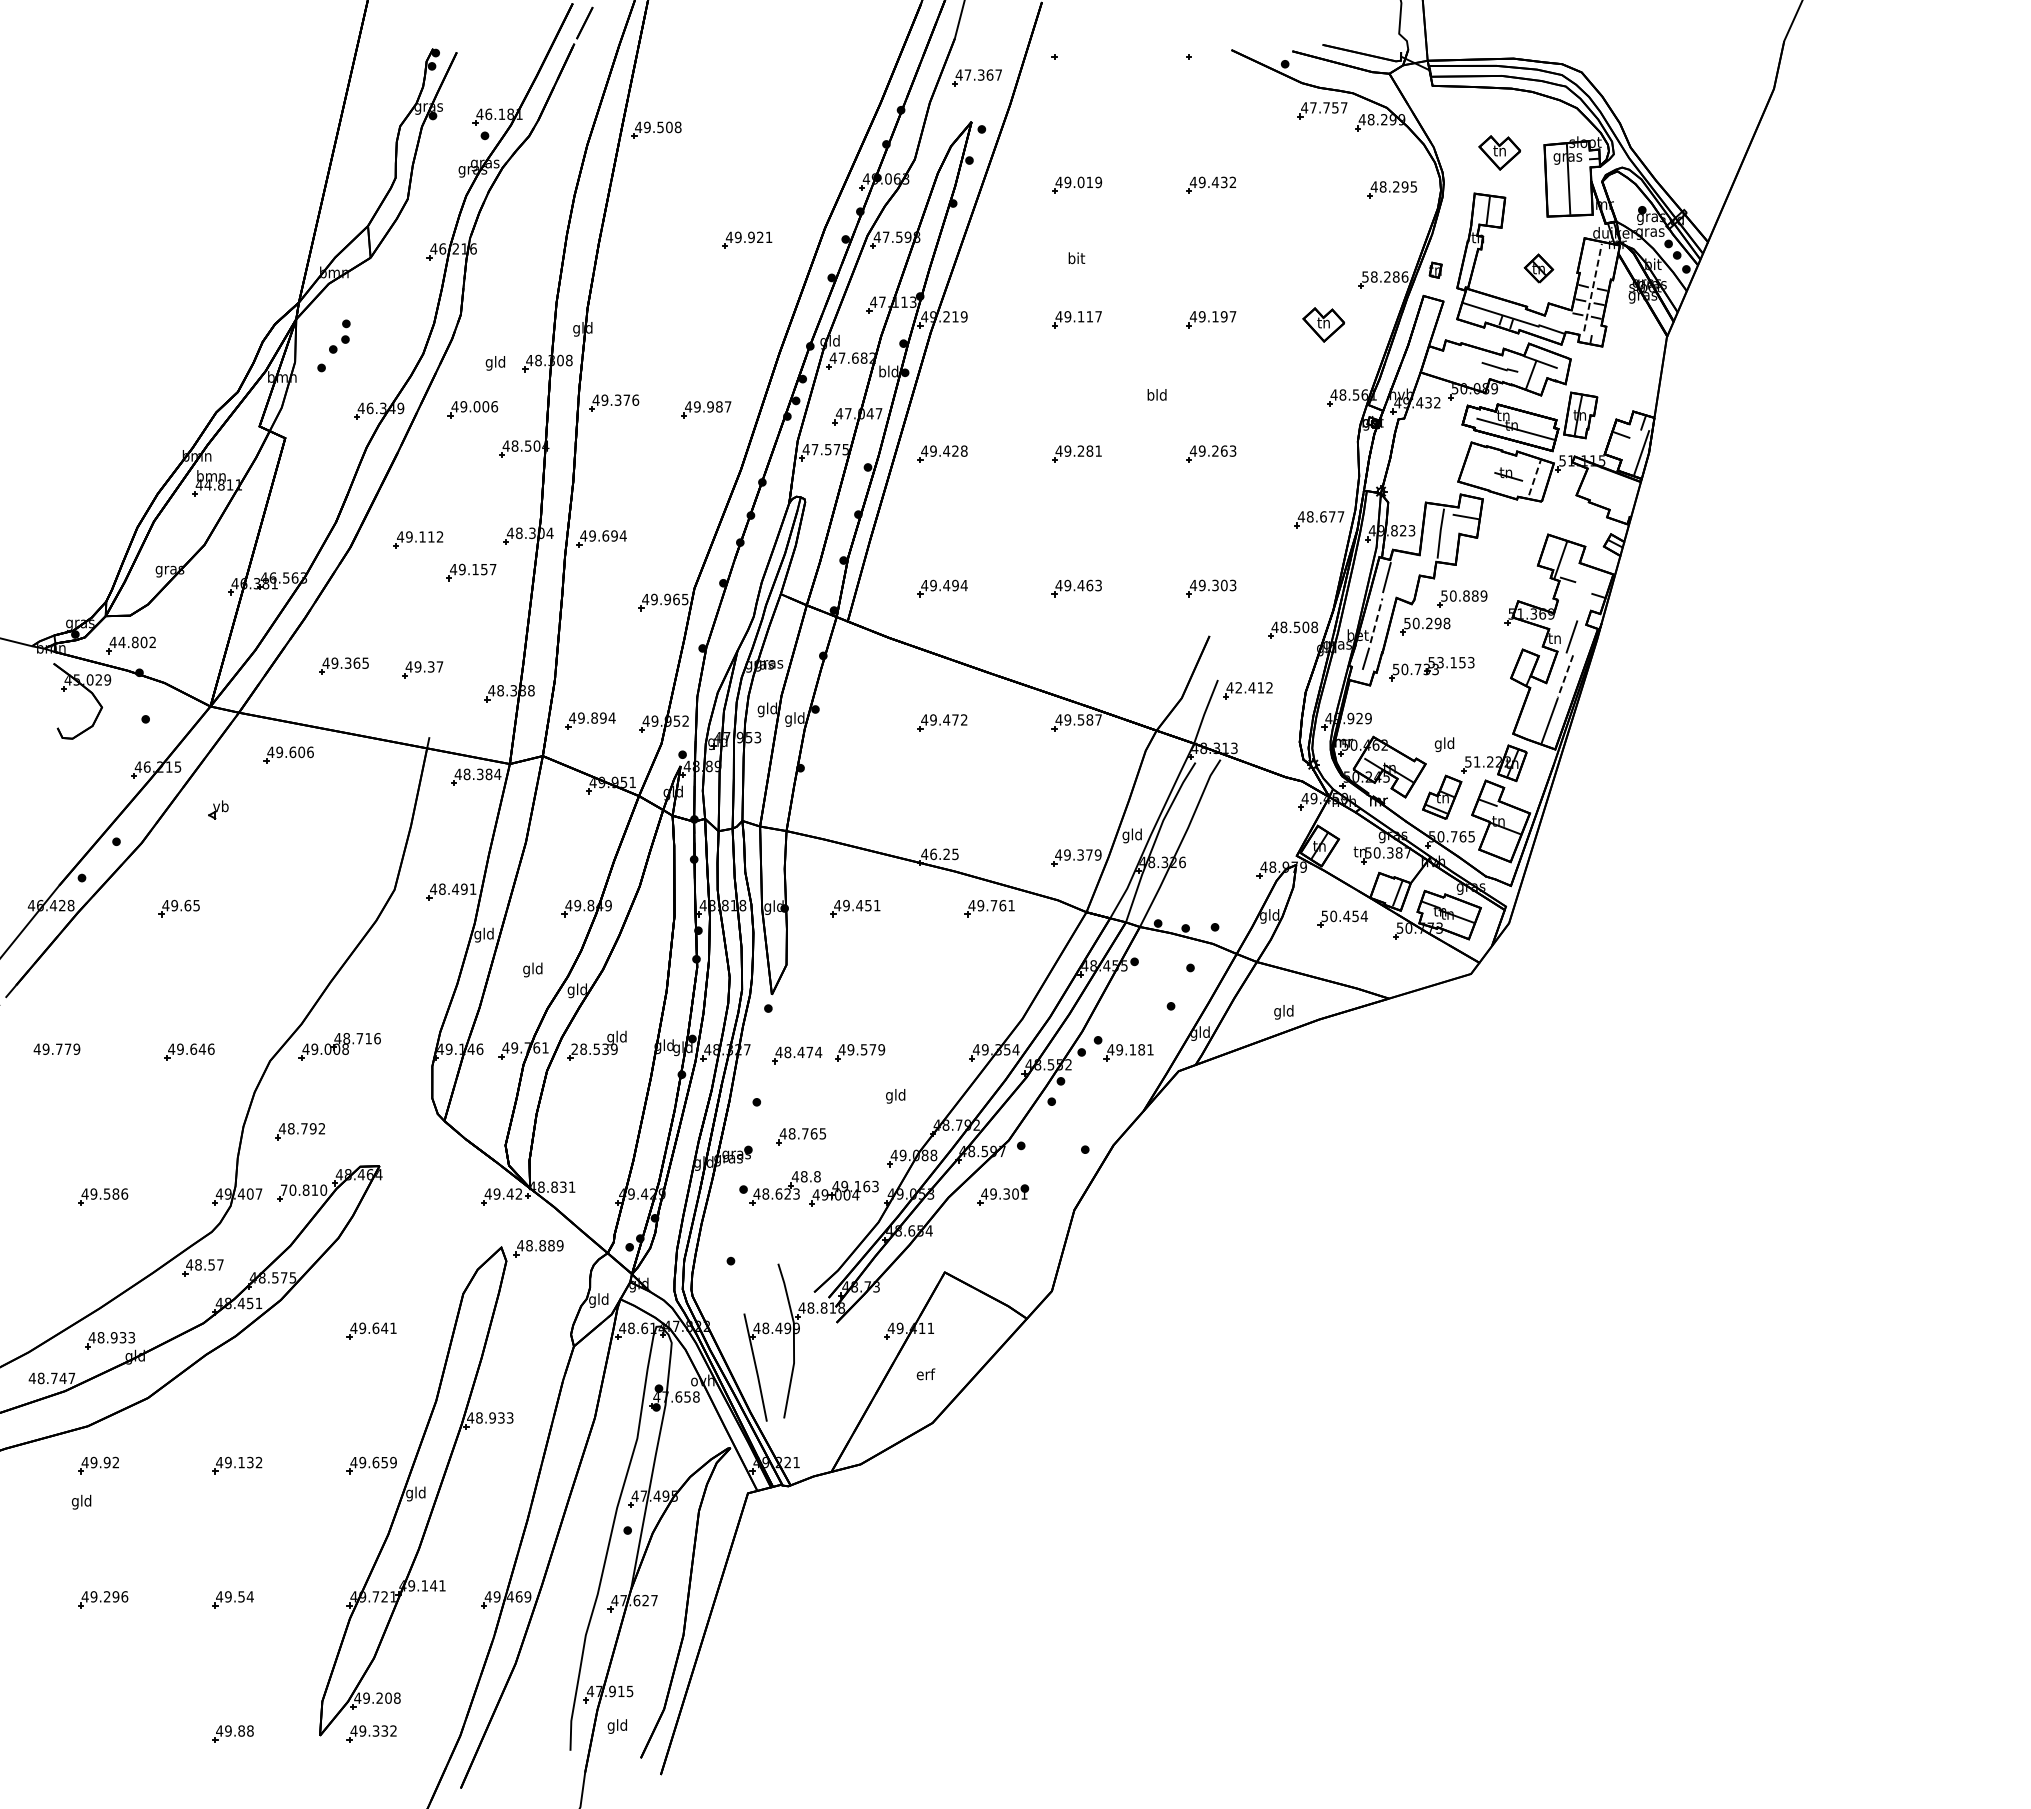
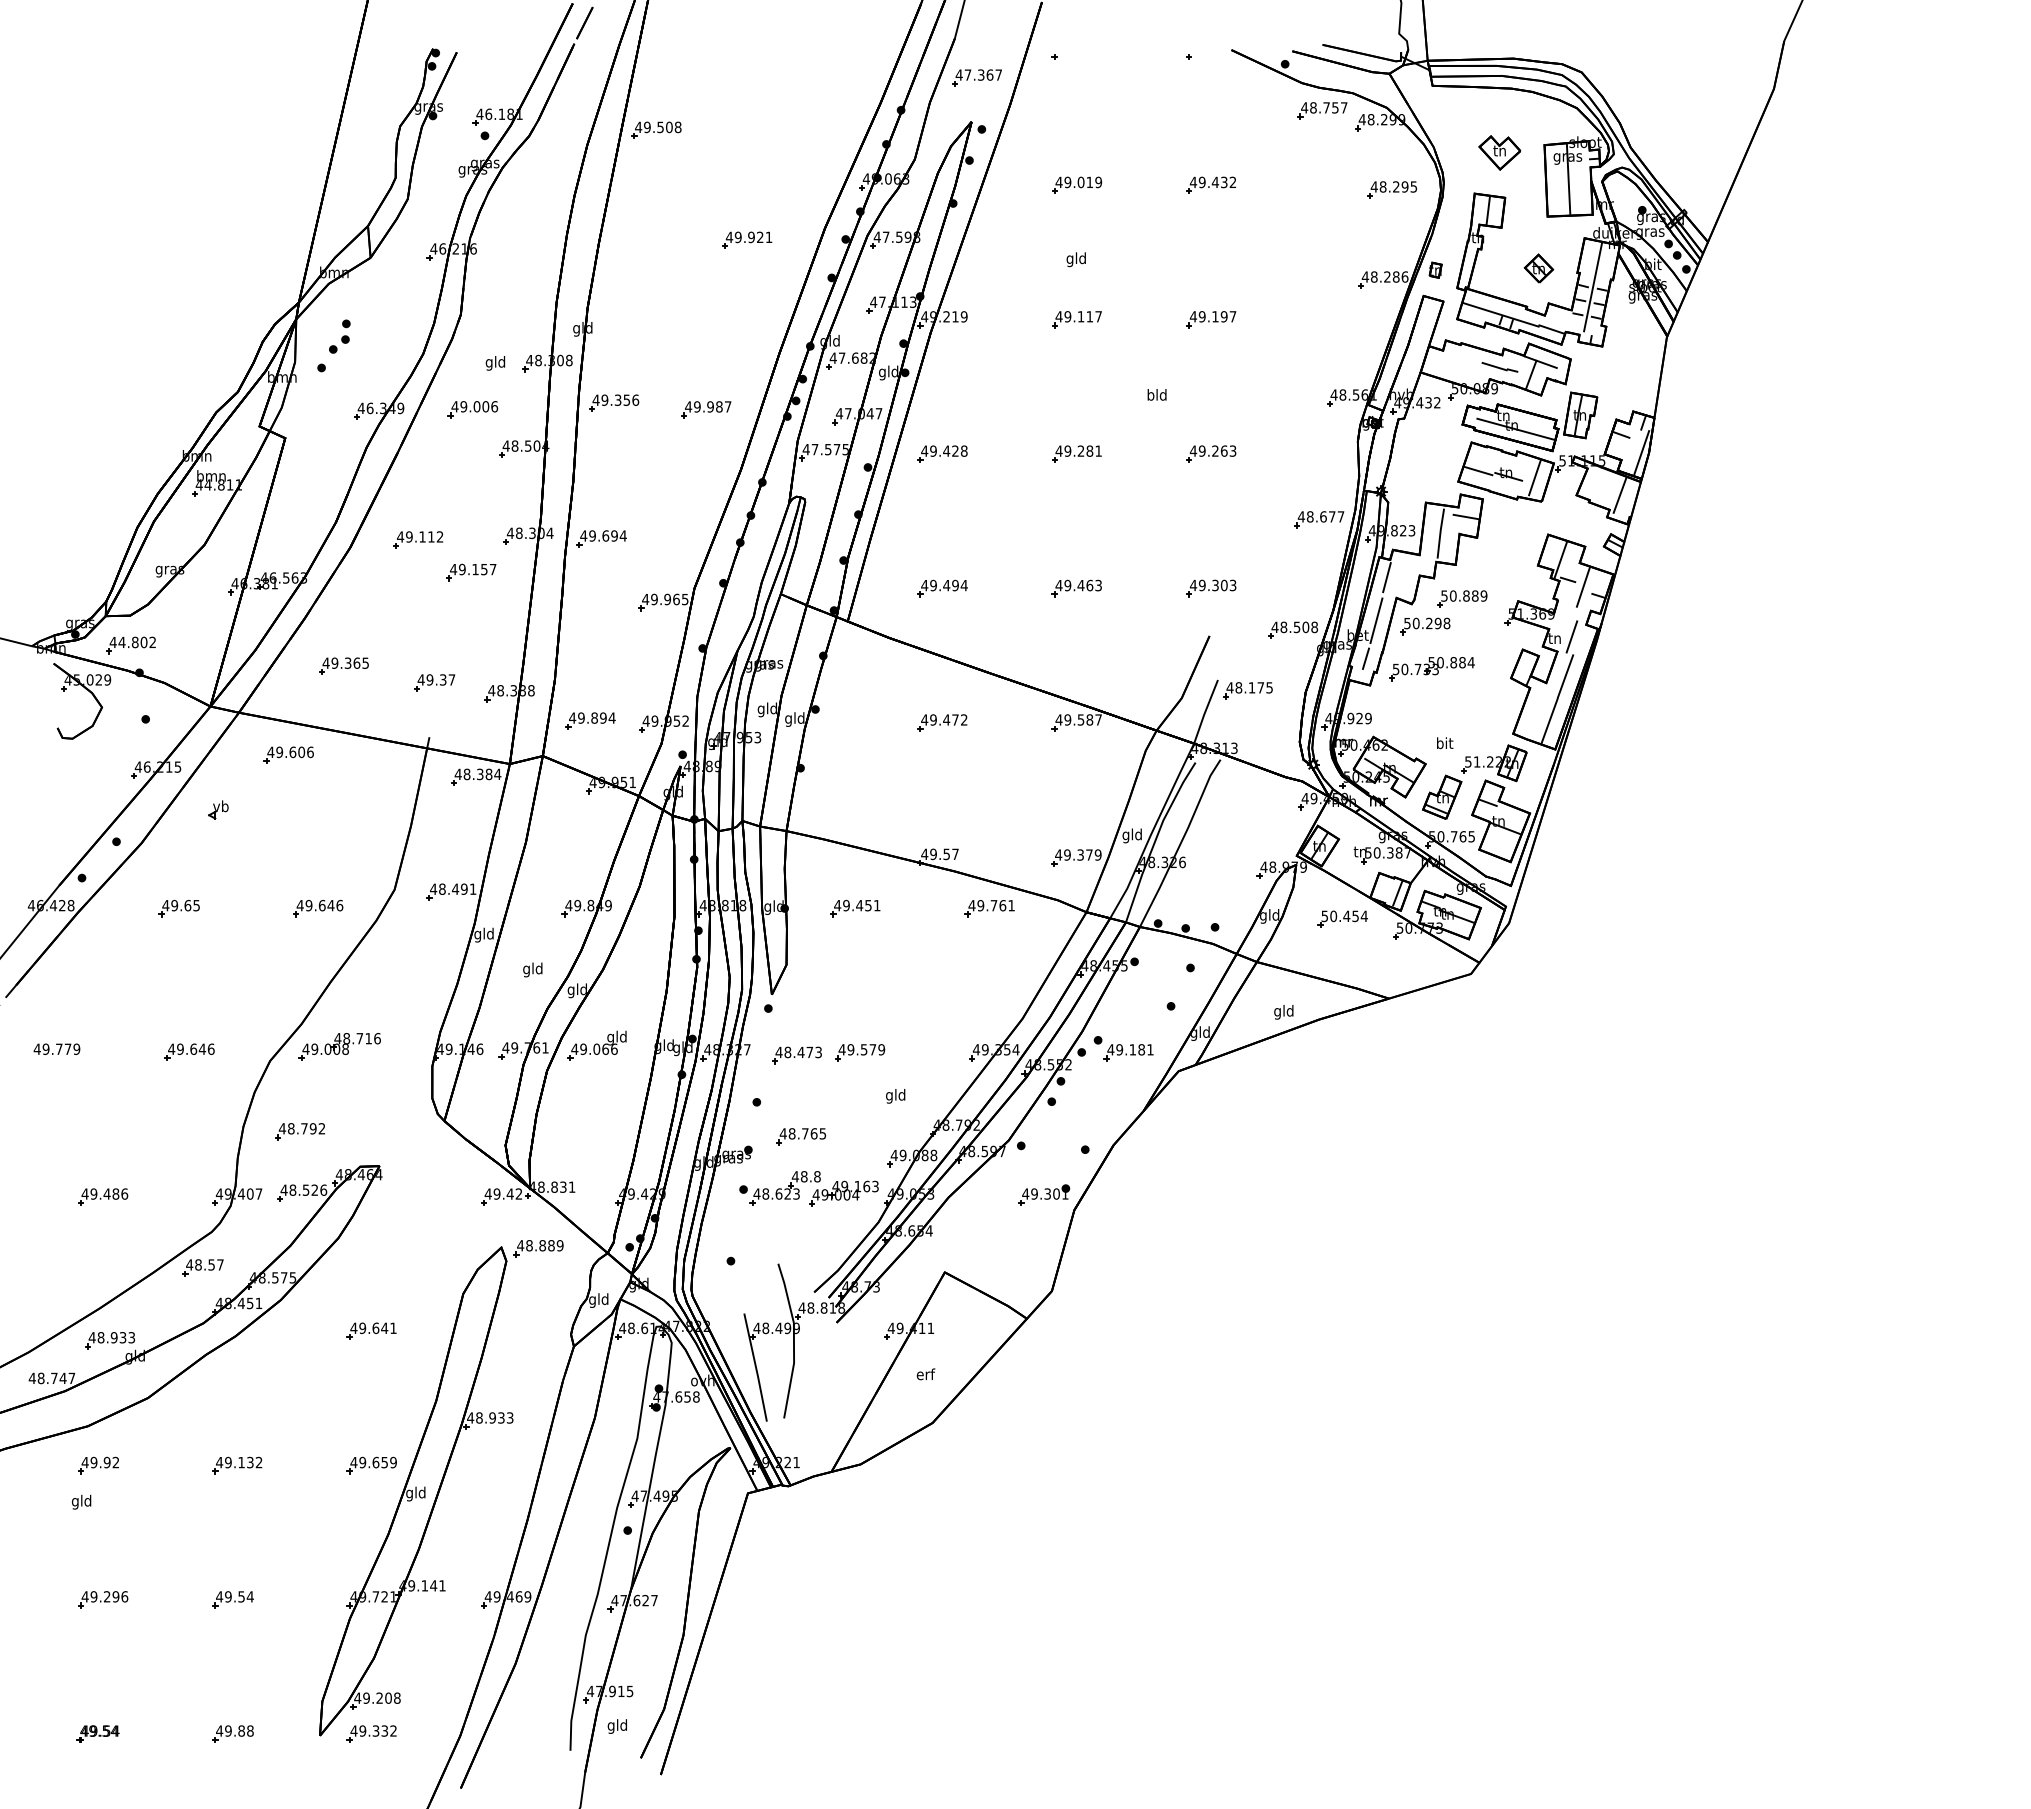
text at (1313, 107): 47.757 -> 48.757
text at (1075, 259): bit -> gld
text at (1365, 276): 58.286 -> 48.286
line at (1593, 287): dashed -> solid
part at (1323, 324): present -> none
text at (882, 372): bld -> gld
text at (626, 399): 49.376 -> 49.356
line at (1477, 470): none -> present
line at (1535, 477): dashed -> solid
line at (1619, 494): none -> present
line at (1582, 586): none -> present
line at (1376, 620): dashed -> solid
text at (1455, 662): 53.153 -> 50.884
part at (422, 669) position: (422, 669) -> (434, 682)
line at (1565, 676): dashed -> solid
text at (1253, 687): 42.412 -> 48.175
text at (1444, 744): gld -> bit
text at (944, 854): 46.25 -> 49.57
part at (318, 908): none -> present
text at (594, 1048): 28.539 -> 49.066
text at (818, 1052): 48.474 -> 48.473
text at (303, 1189): 70.810 -> 48.526
text at (106, 1193): 49.586 -> 49.486
part at (1003, 1194) position: (1003, 1194) -> (1044, 1194)
part at (97, 1733): none -> present
